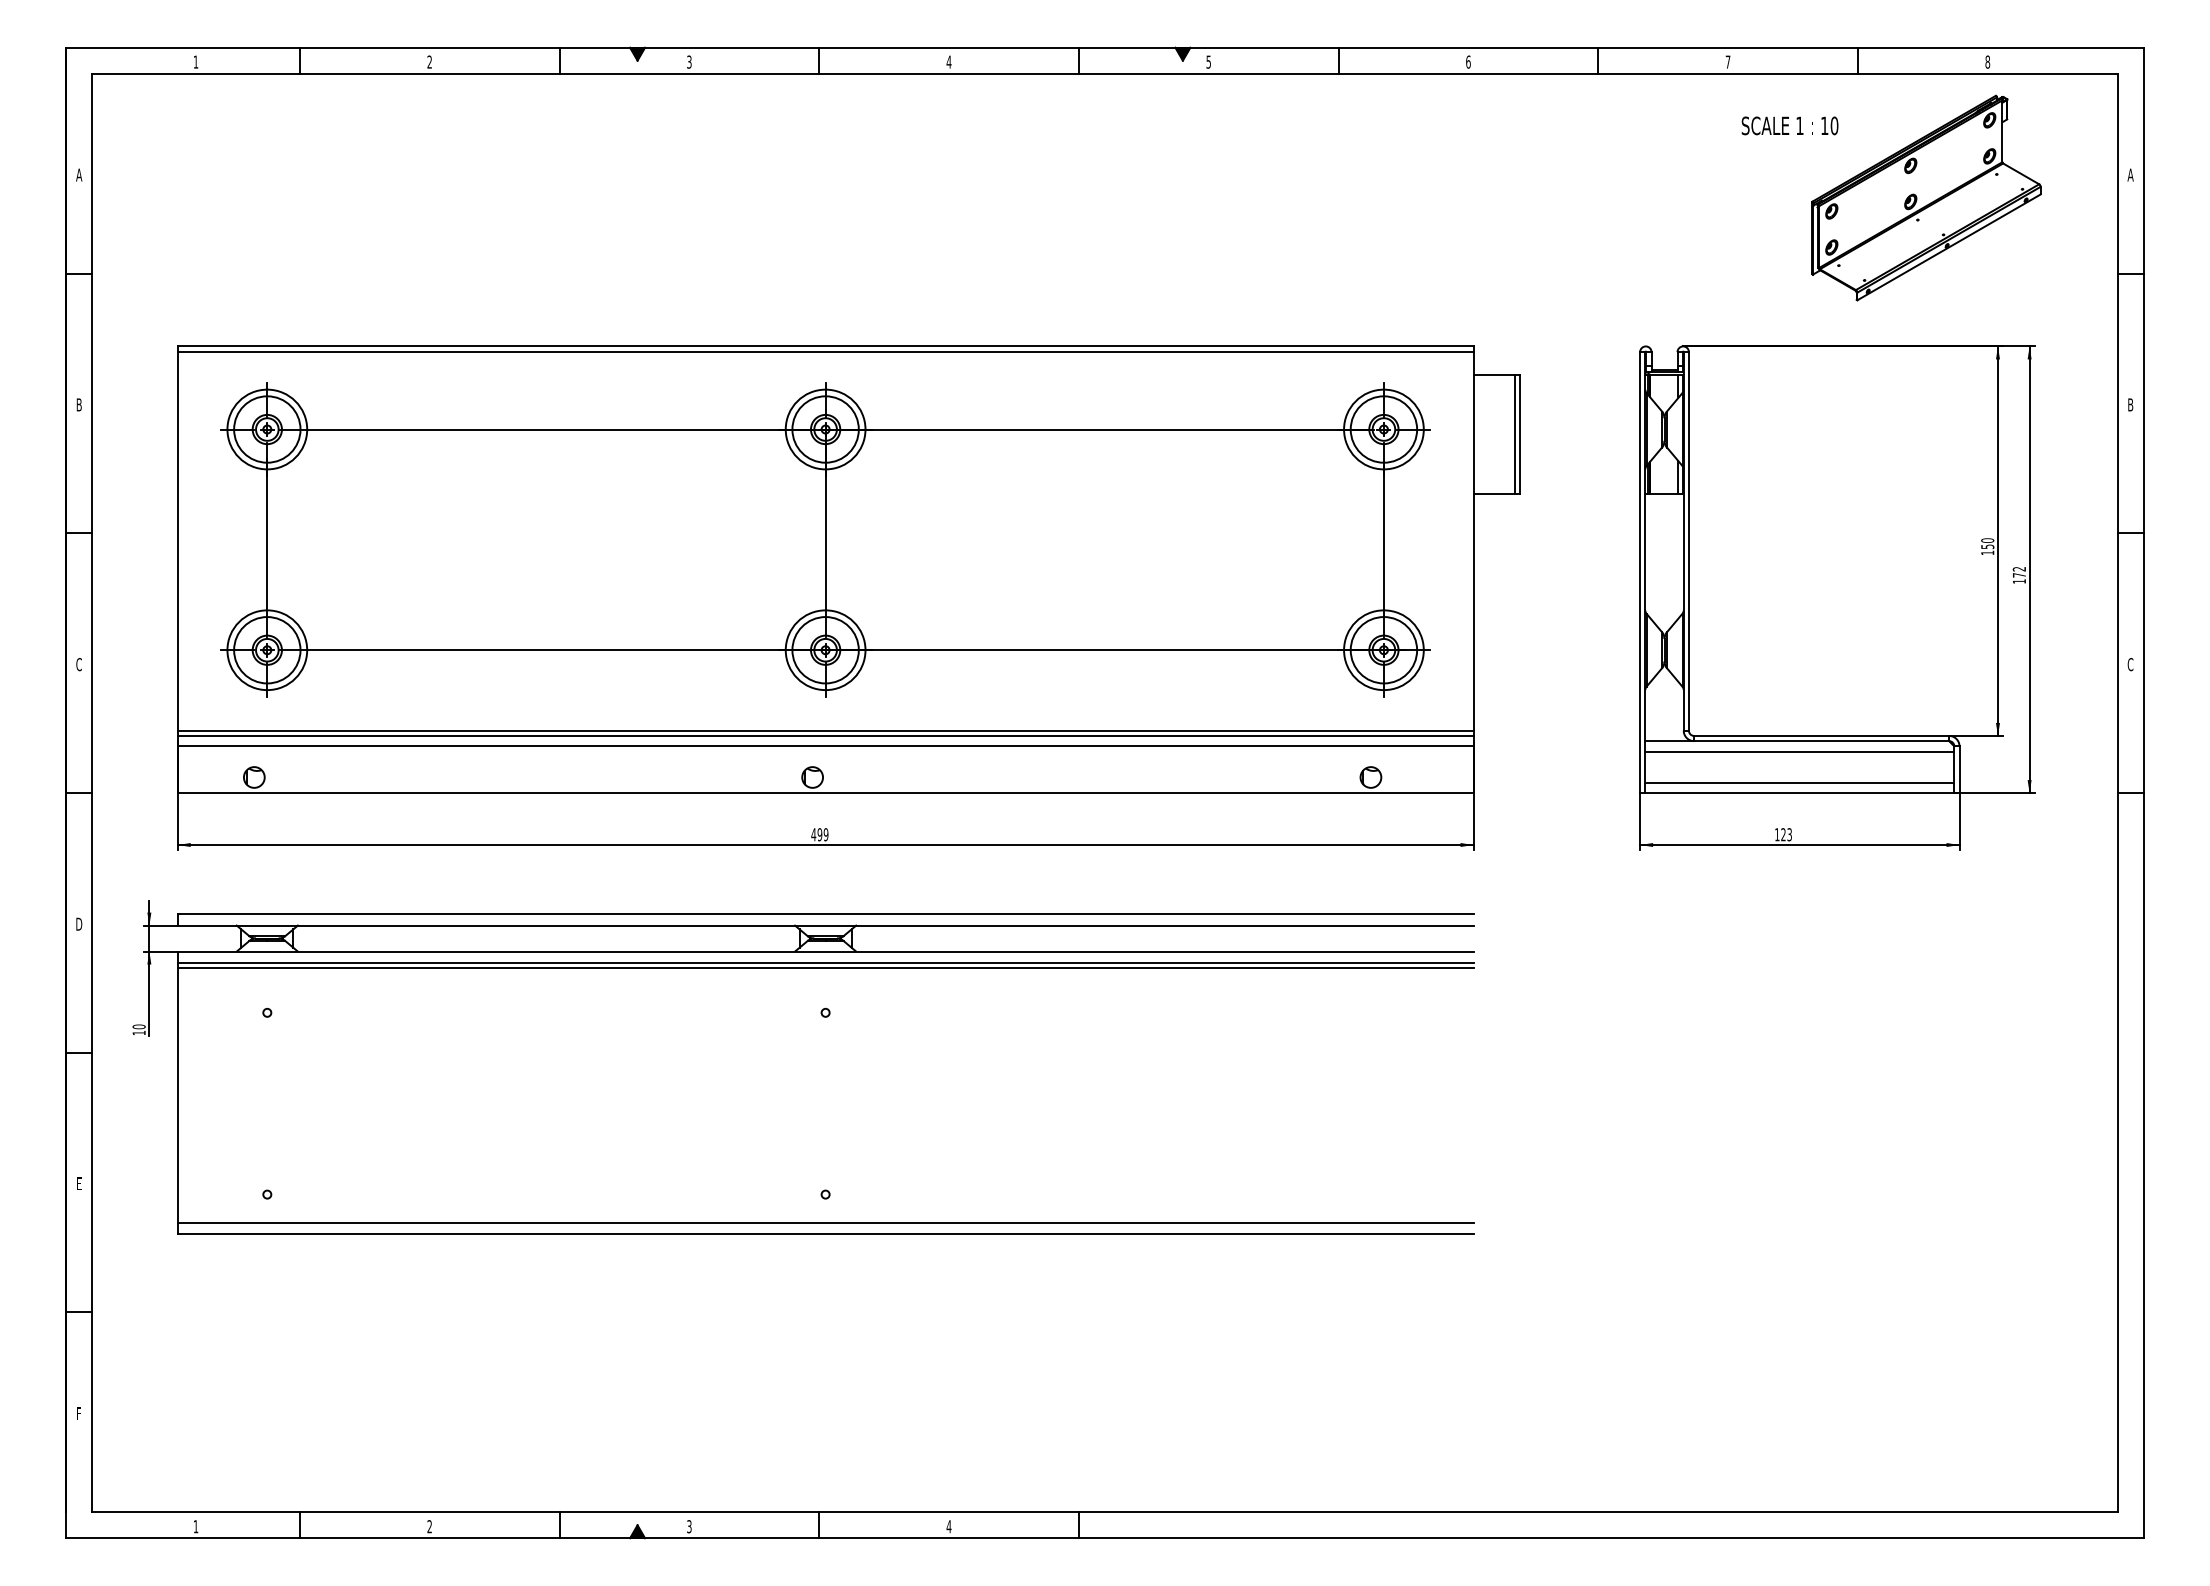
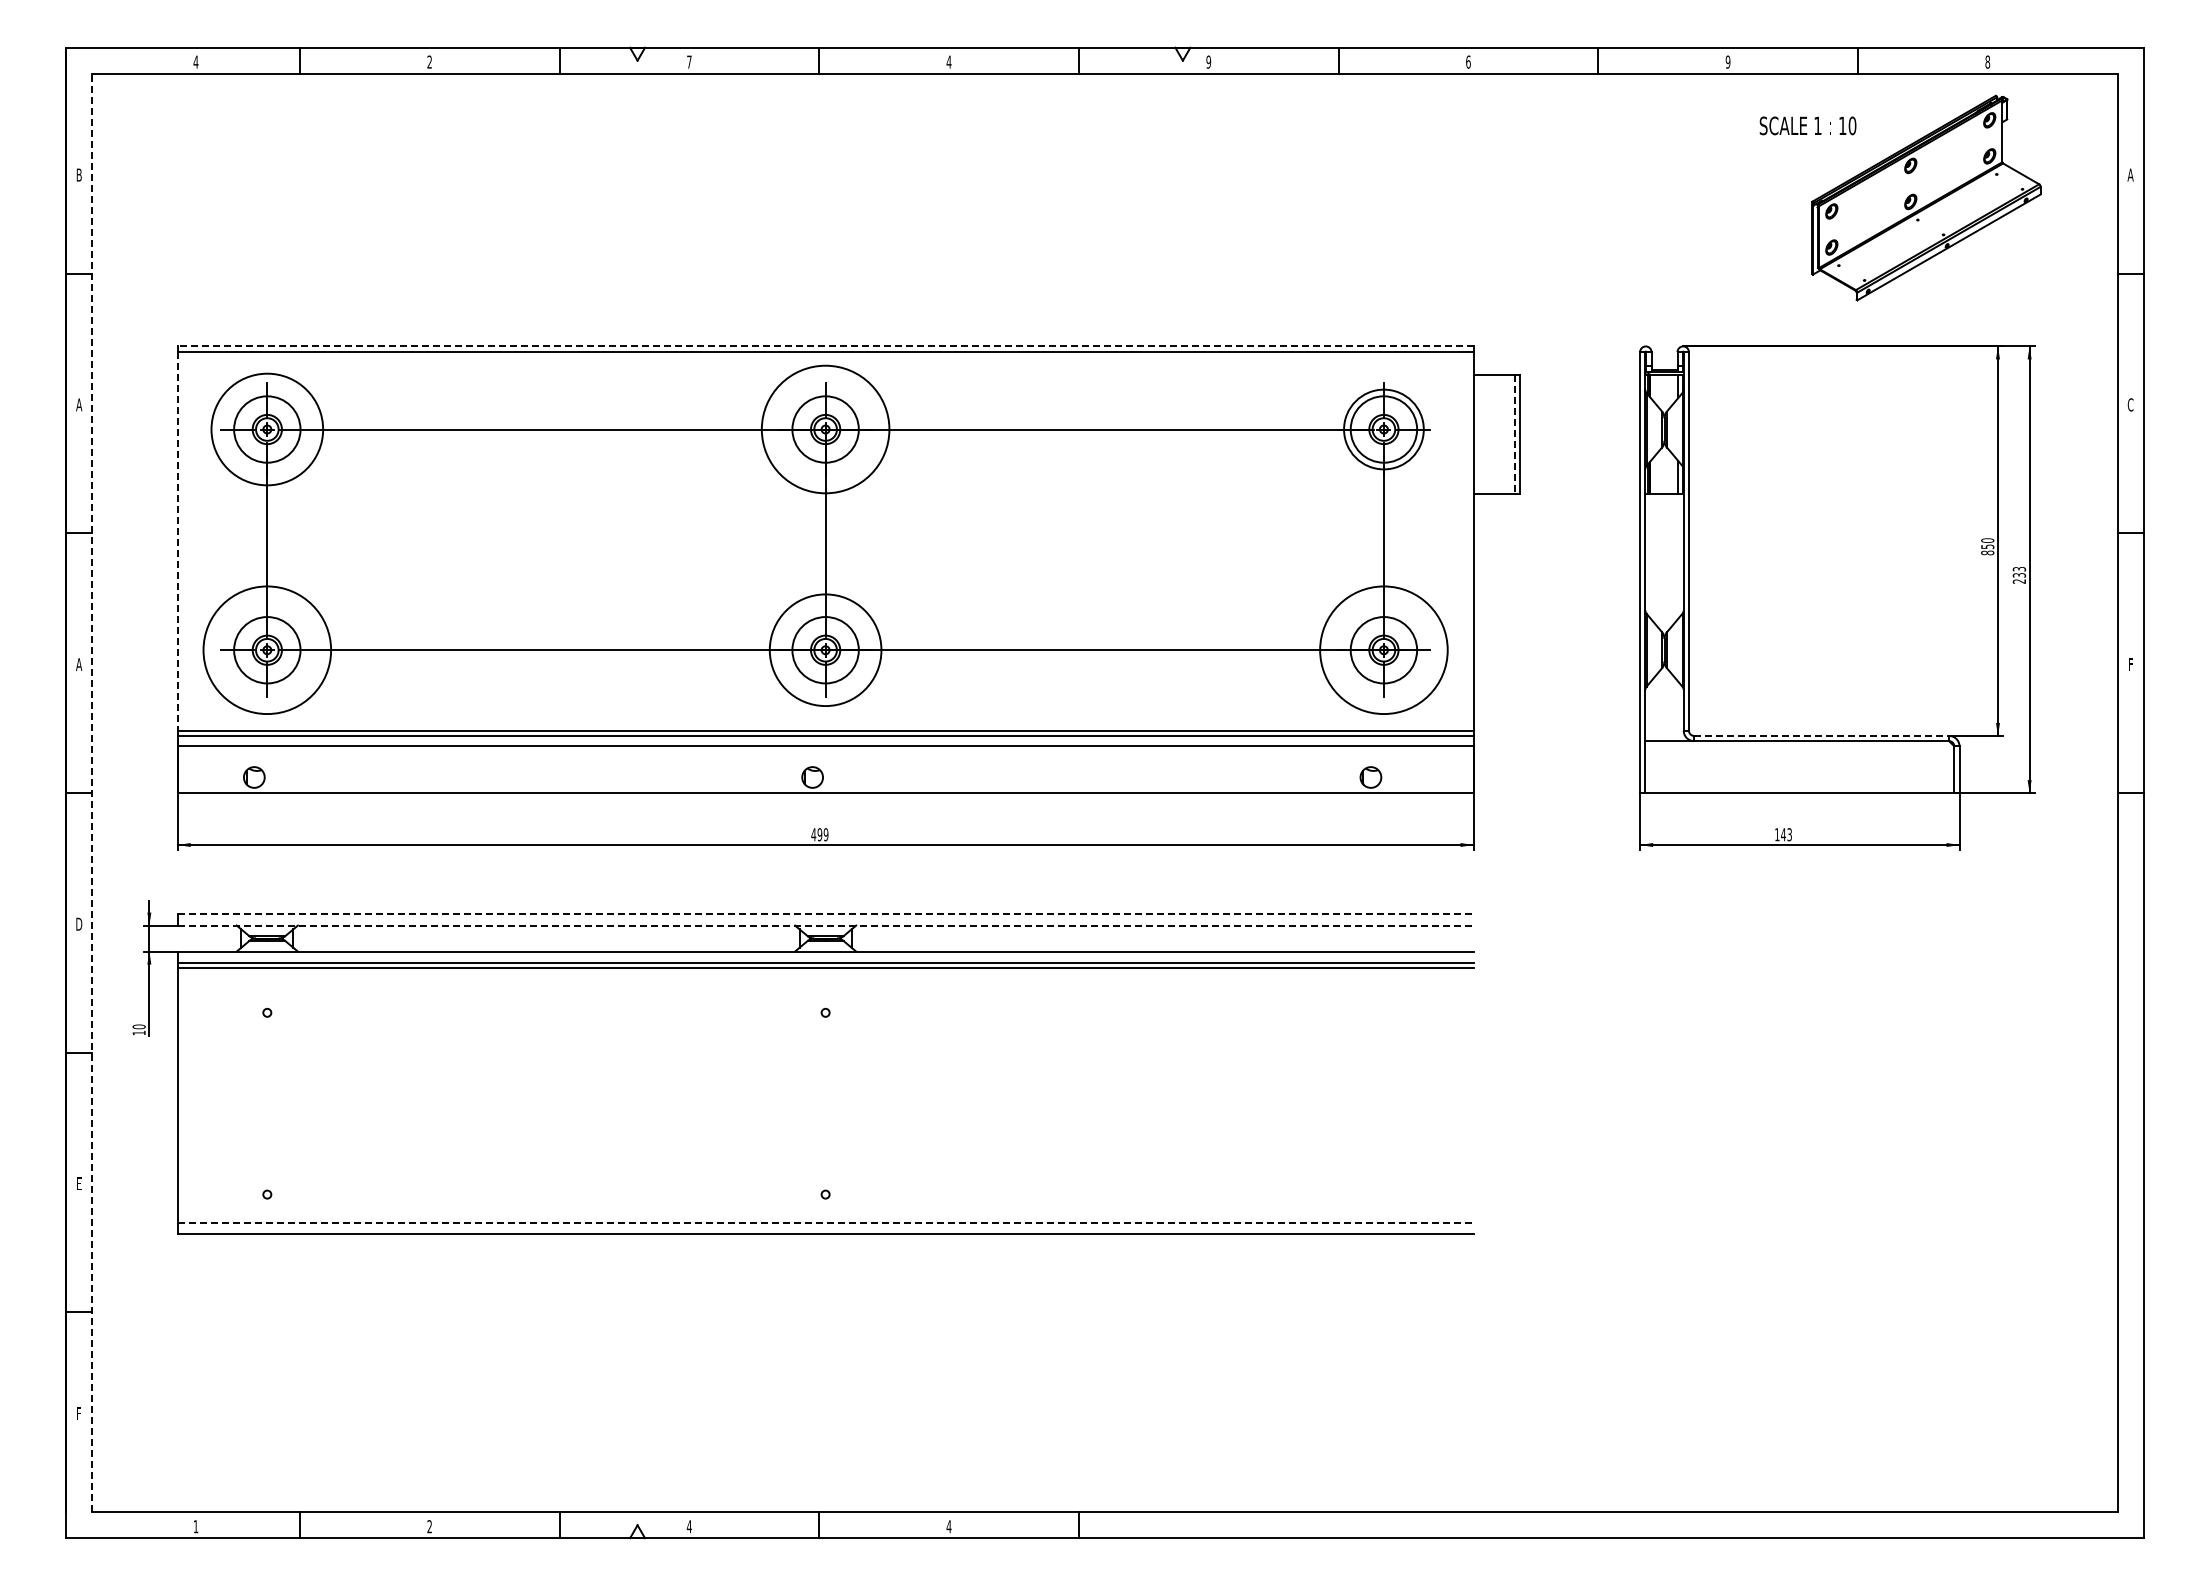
fill at (637, 53): present -> none
fill at (1182, 53): present -> none
text at (195, 61): 1 -> 4
text at (689, 61): 3 -> 7
text at (1208, 61): 5 -> 9
text at (1727, 61): 7 -> 9
text at (1789, 125) position: (1789, 125) -> (1807, 125)
text at (79, 174): A -> B
line at (825, 346): solid -> dashed
text at (79, 404): B -> A
text at (2130, 404): B -> C
circle at (267, 429) diameter: 80 px -> 112 px
circle at (825, 429) diameter: 80 px -> 128 px
line at (1515, 434): solid -> dashed
line at (177, 541): solid -> dashed
text at (1987, 552): 150 -> 850
text at (2019, 575): 172 -> 233
circle at (267, 650) diameter: 80 px -> 128 px
circle at (825, 650) diameter: 80 px -> 112 px
circle at (1383, 650) diameter: 80 px -> 128 px
text at (79, 664): C -> A
text at (2130, 664): C -> F
line at (1821, 735): solid -> dashed
line at (1799, 751): present -> none
line at (1799, 782): present -> none
line at (92, 792): solid -> dashed
text at (1783, 834): 123 -> 143
line at (825, 914): solid -> dashed
line at (825, 925): solid -> dashed
line at (825, 1223): solid -> dashed
text at (688, 1526): 3 -> 4
fill at (637, 1531): present -> none
